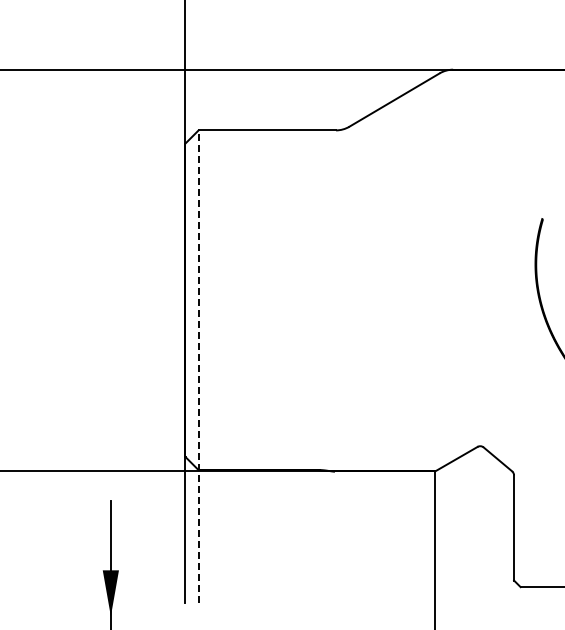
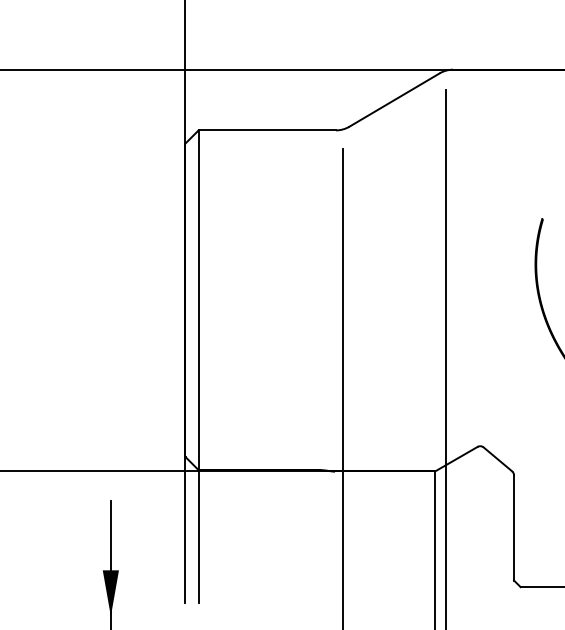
line at (445, 358): none -> present
line at (198, 366): dashed -> solid
line at (343, 387): none -> present
